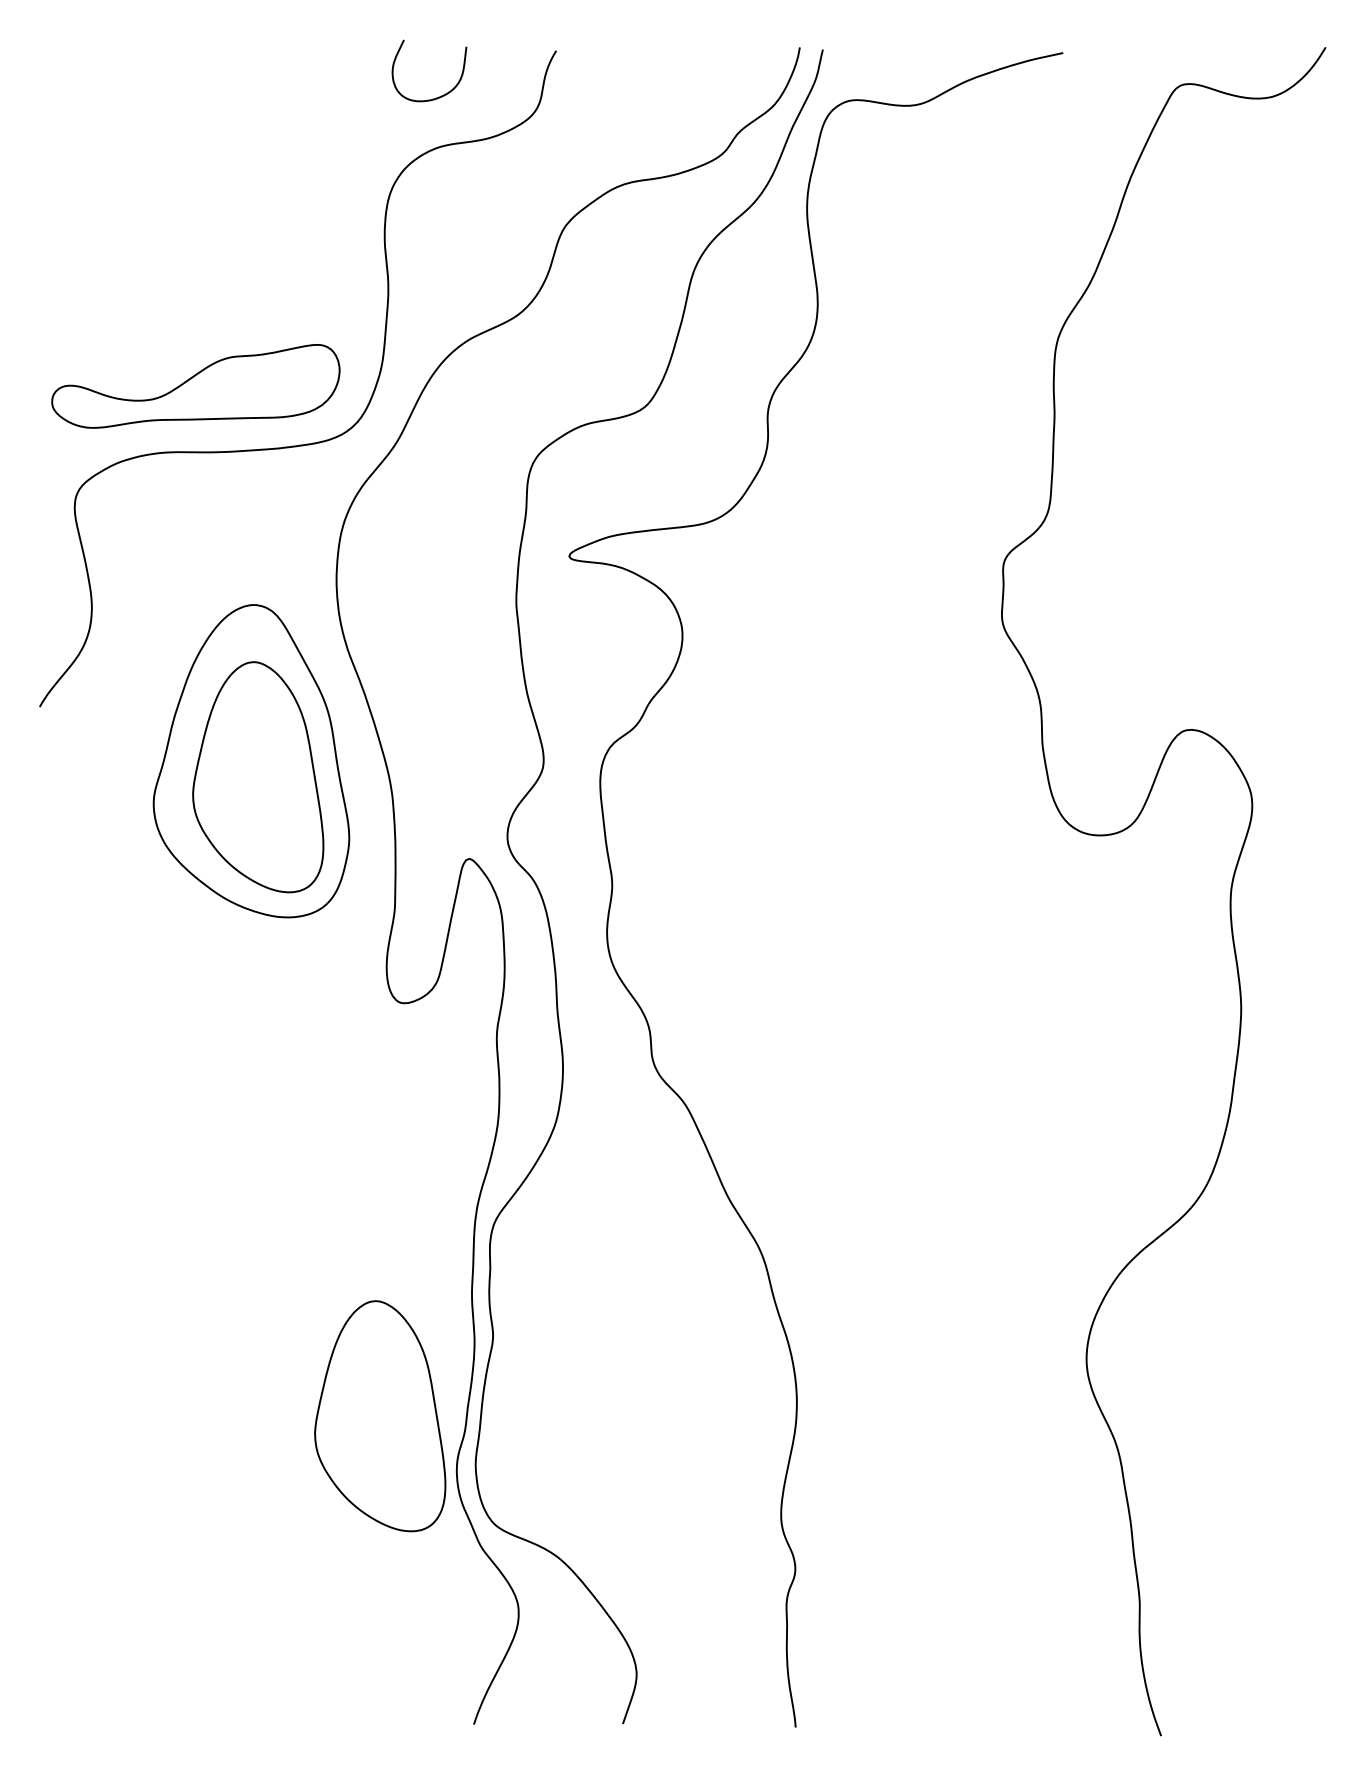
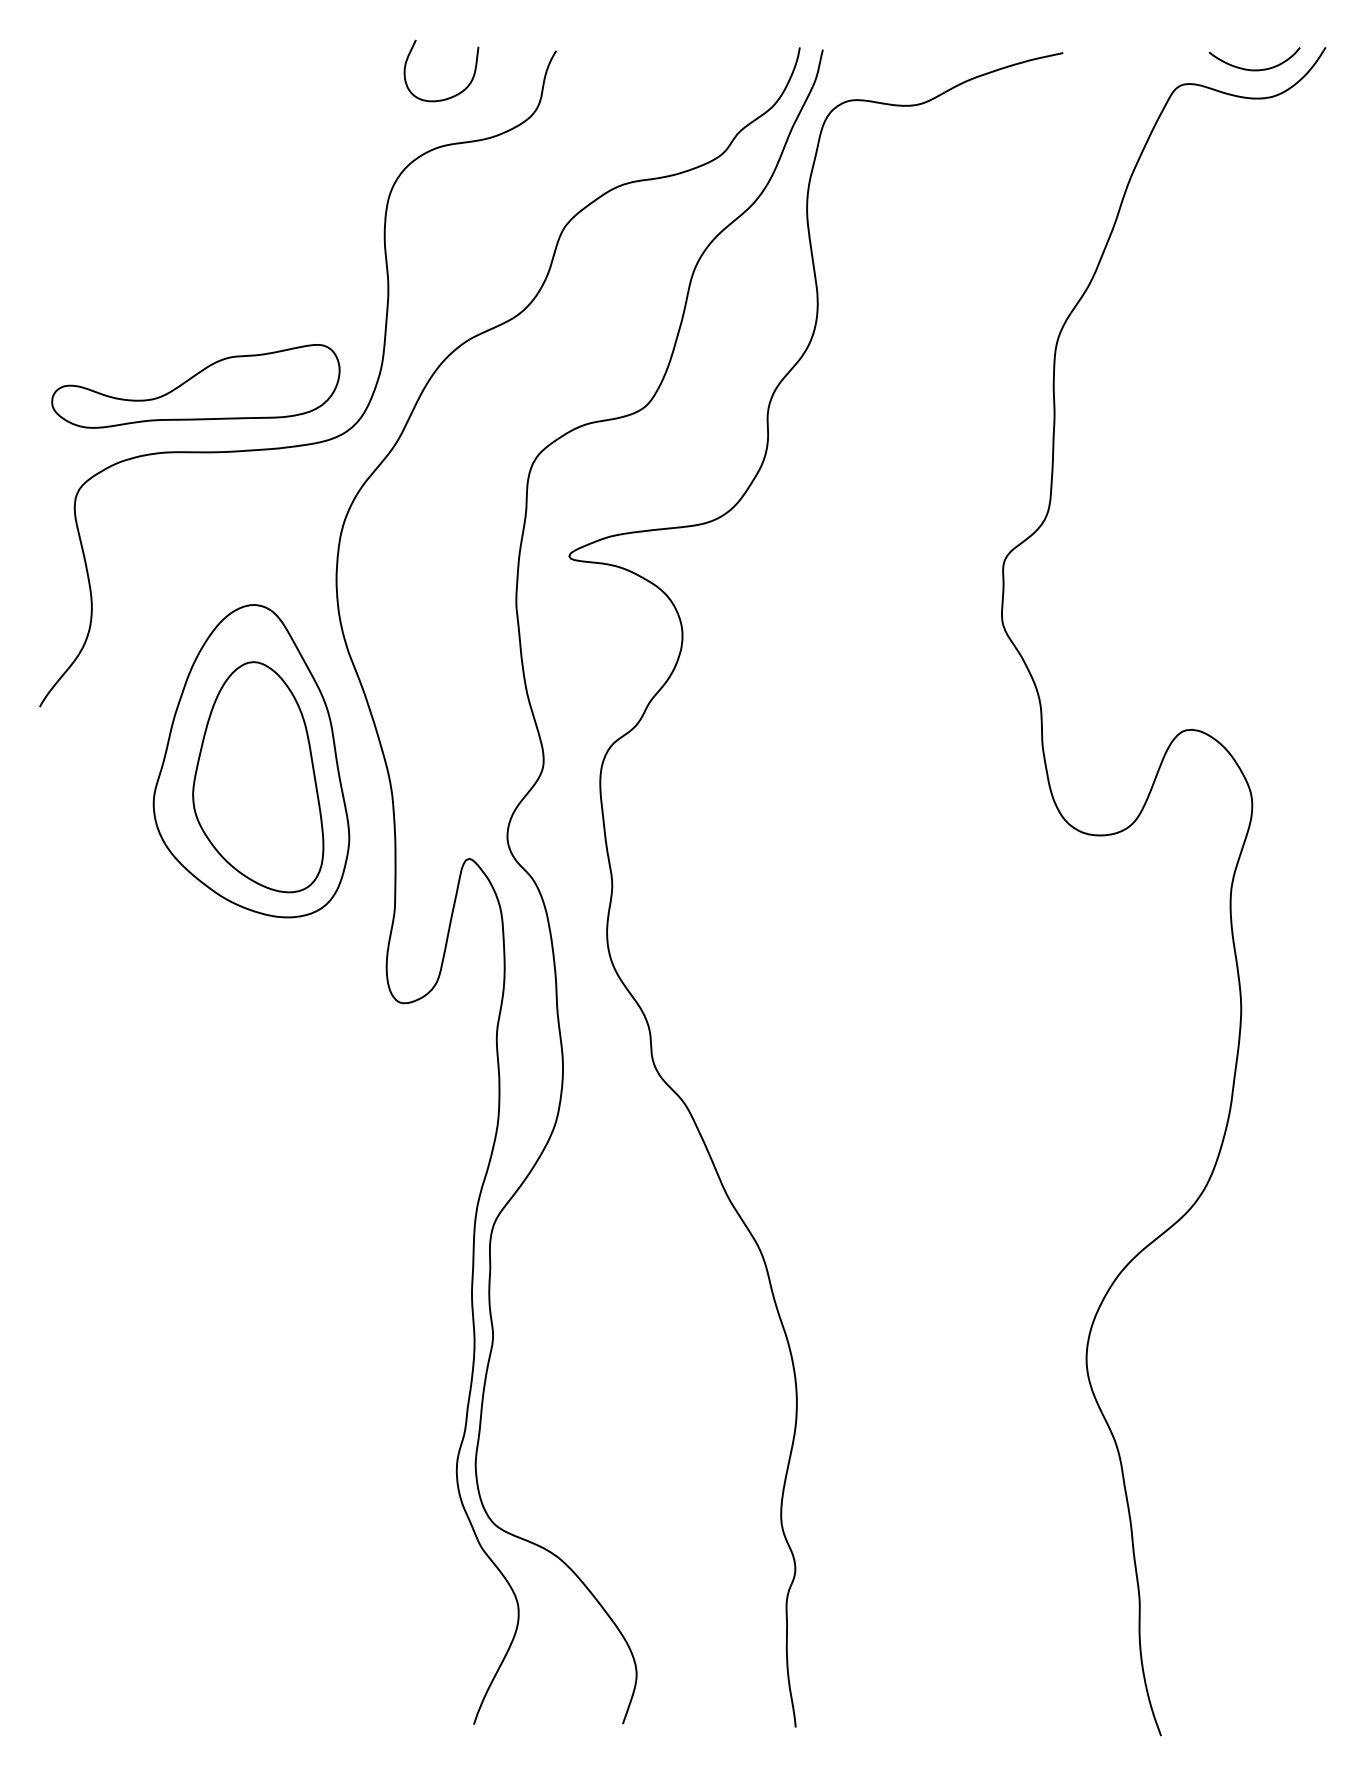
curve at (1254, 69): none -> present
curve at (438, 96) position: (438, 96) -> (450, 96)
part at (380, 1416): present -> none
